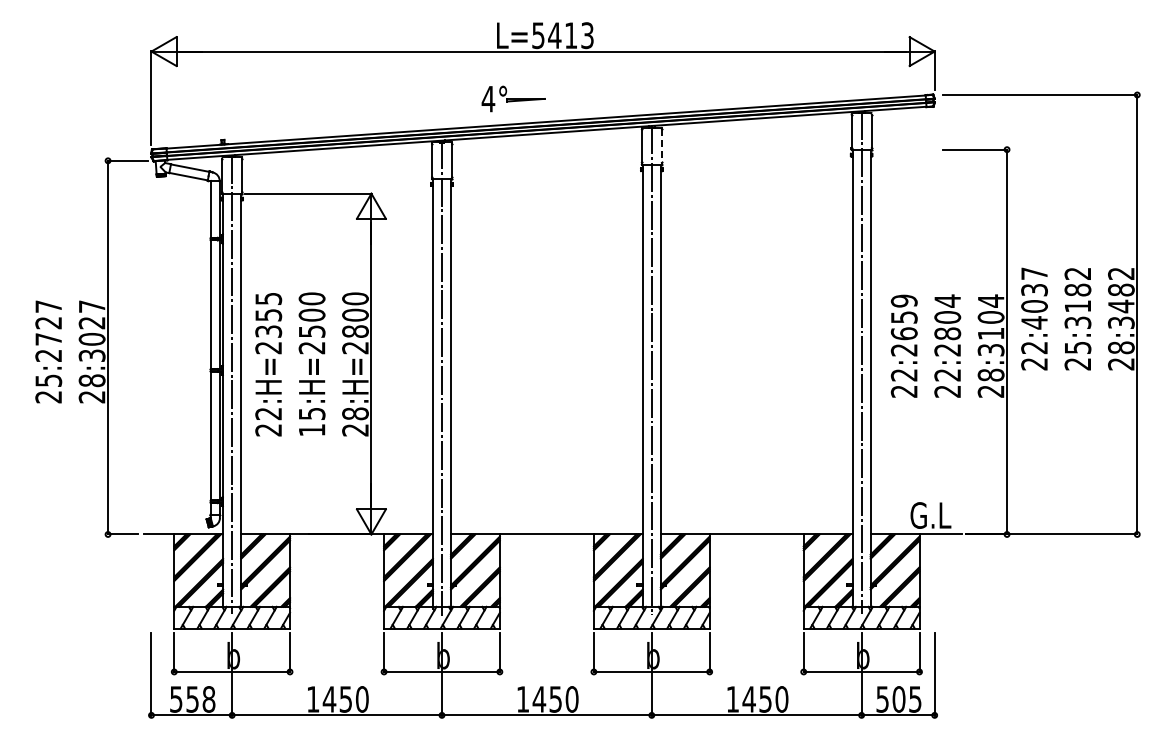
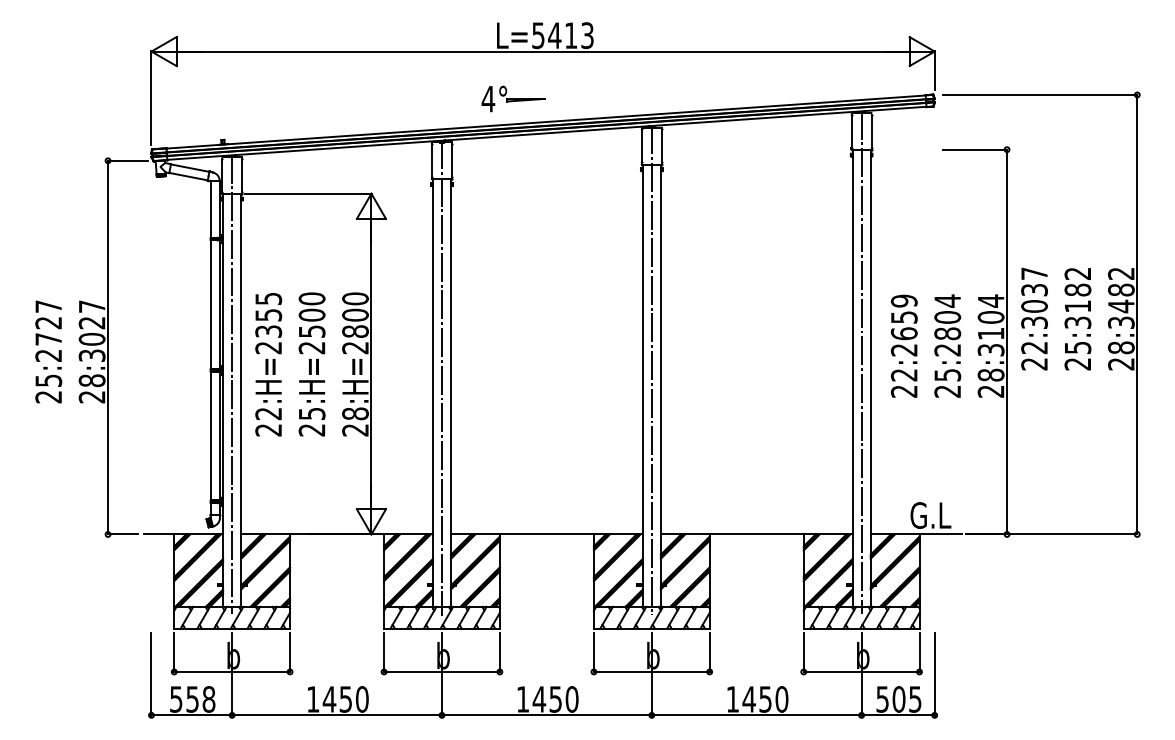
line at (661, 146): dashed -> solid
text at (1034, 322): 22:4037 -> 22:3037
text at (947, 375): 22:2804 -> 25:2804
text at (311, 430): 15:H=2500 -> 25:H=2500
